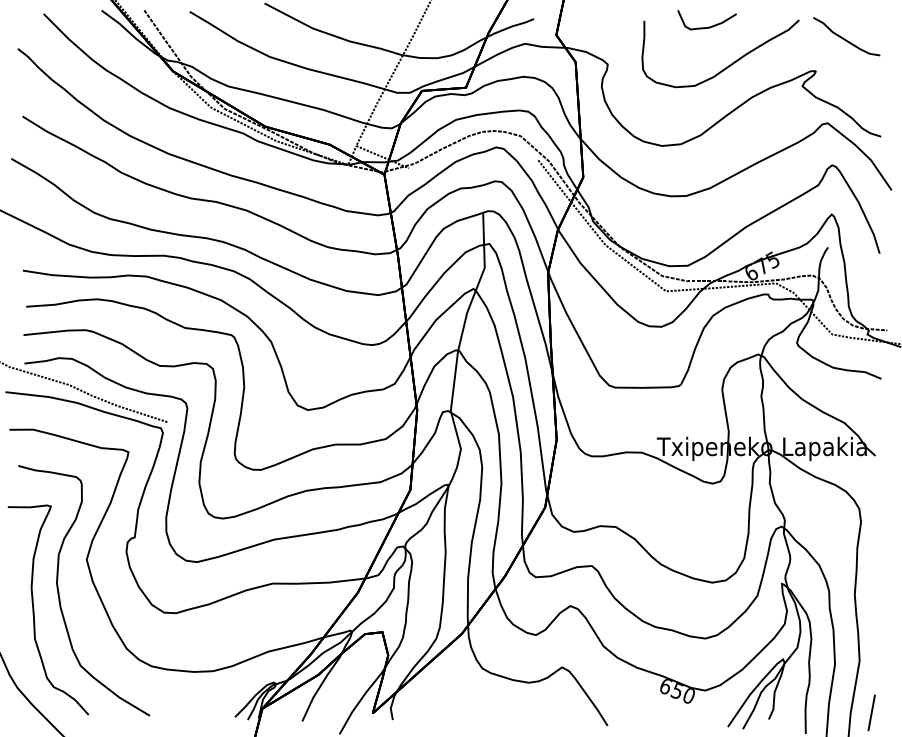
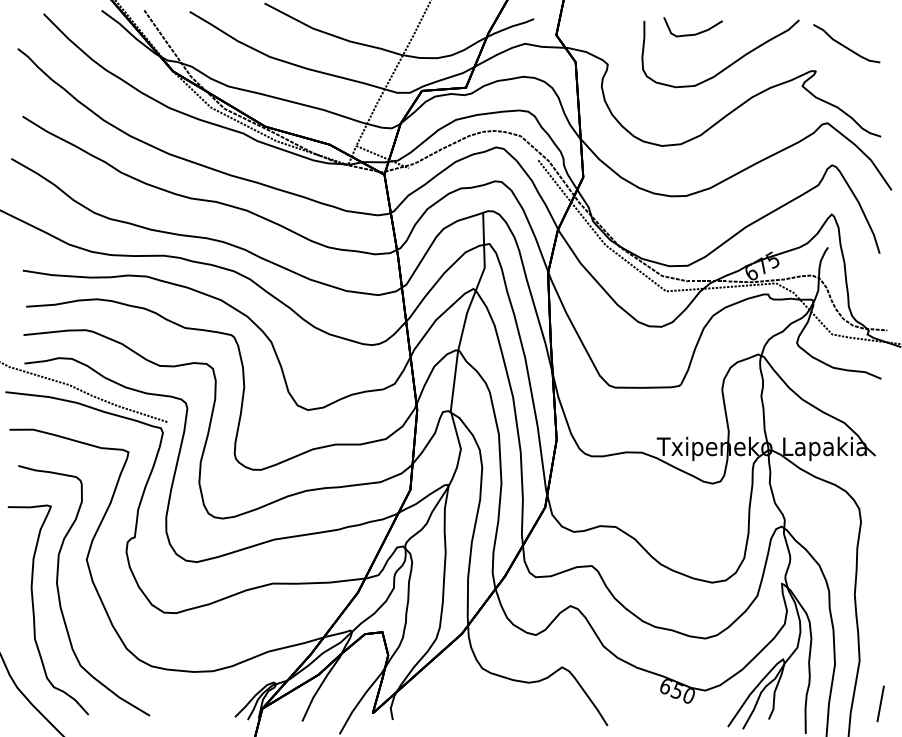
curve at (708, 26) position: (708, 26) -> (694, 33)
curve at (844, 38) position: (844, 38) -> (844, 45)
line at (871, 712) position: (871, 712) -> (880, 703)
